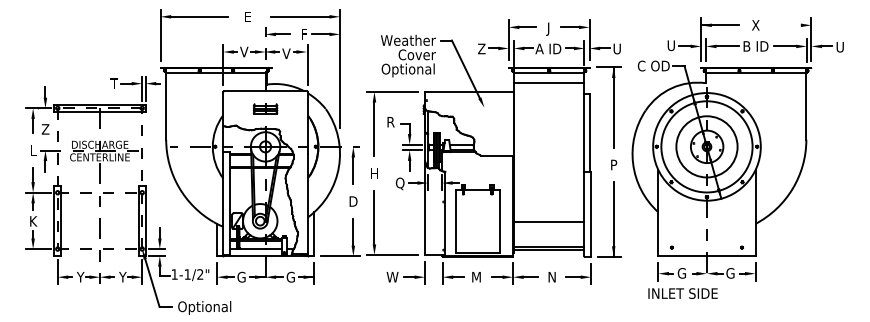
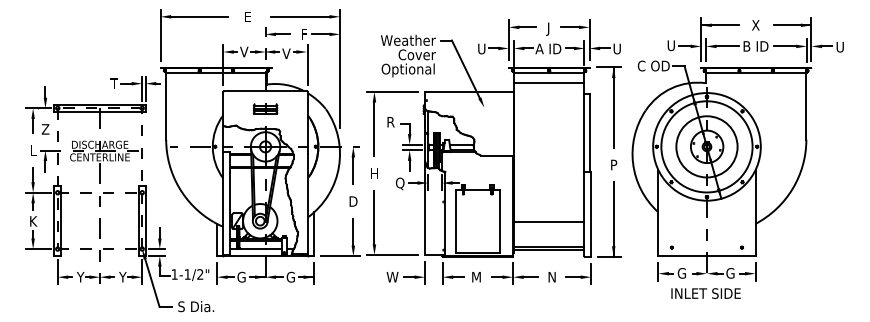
line at (792, 25): none -> present
text at (481, 48): Z -> U
text at (682, 293) position: (682, 293) -> (705, 293)
text at (204, 307): Optional -> S Dia.
